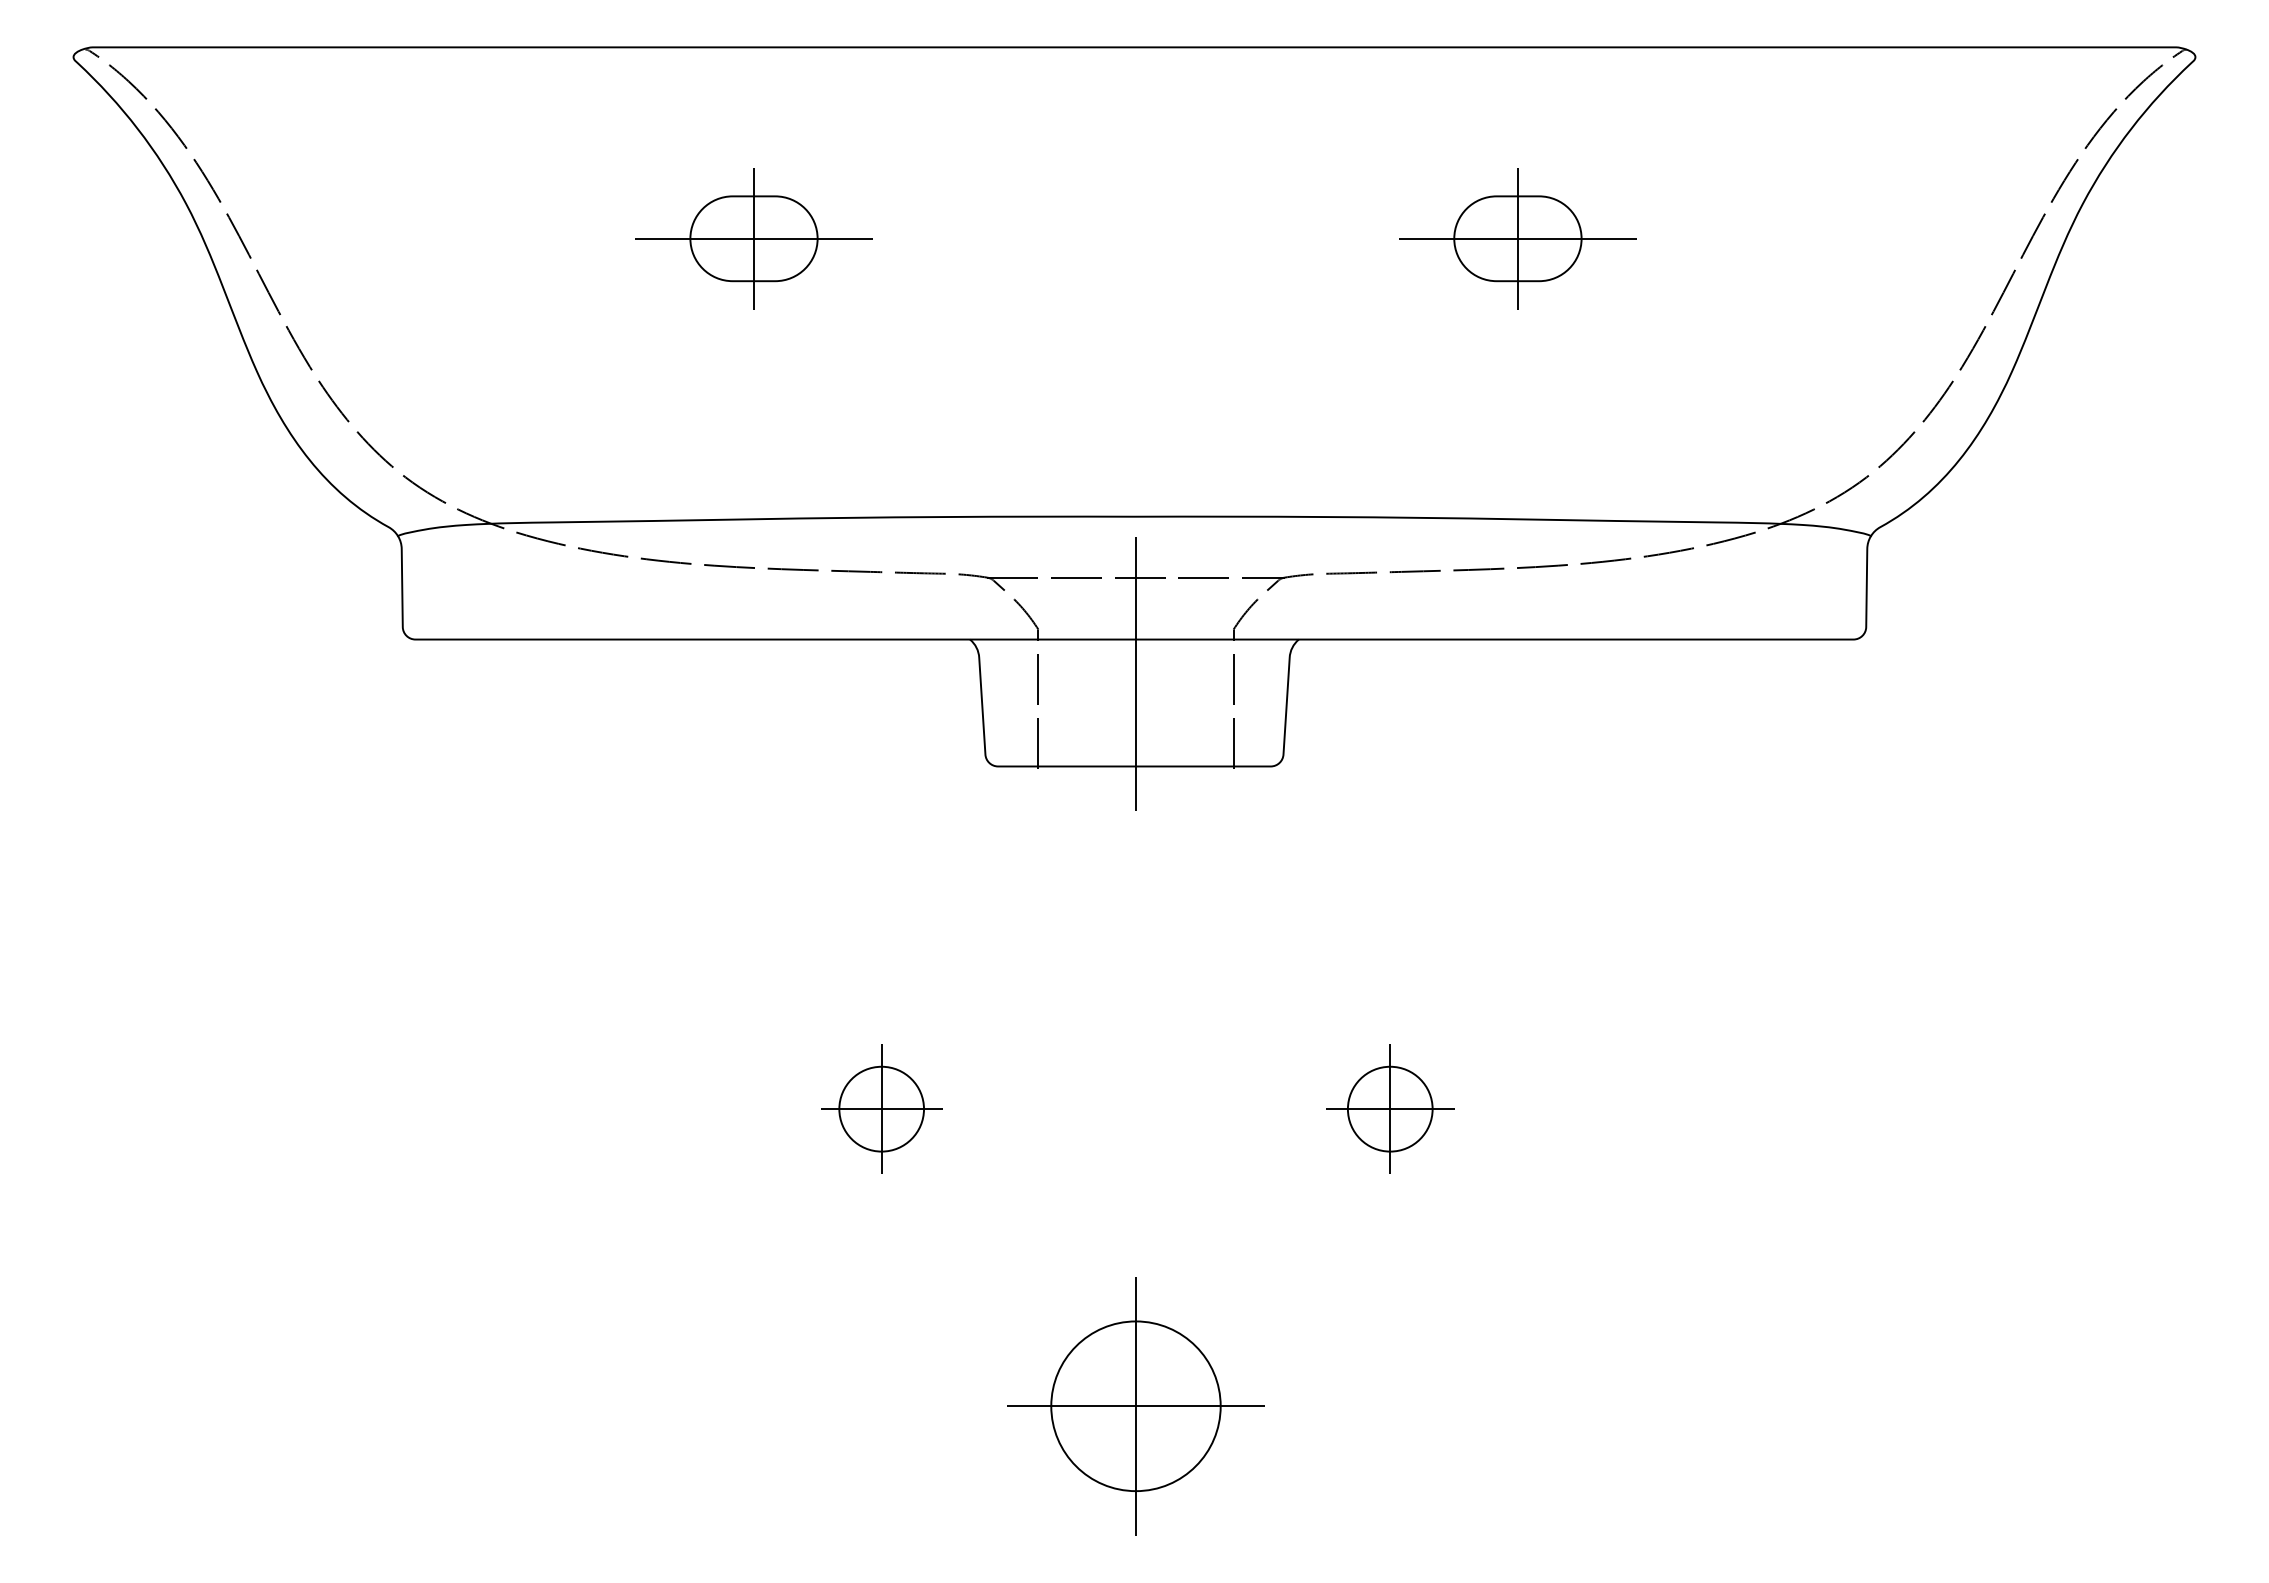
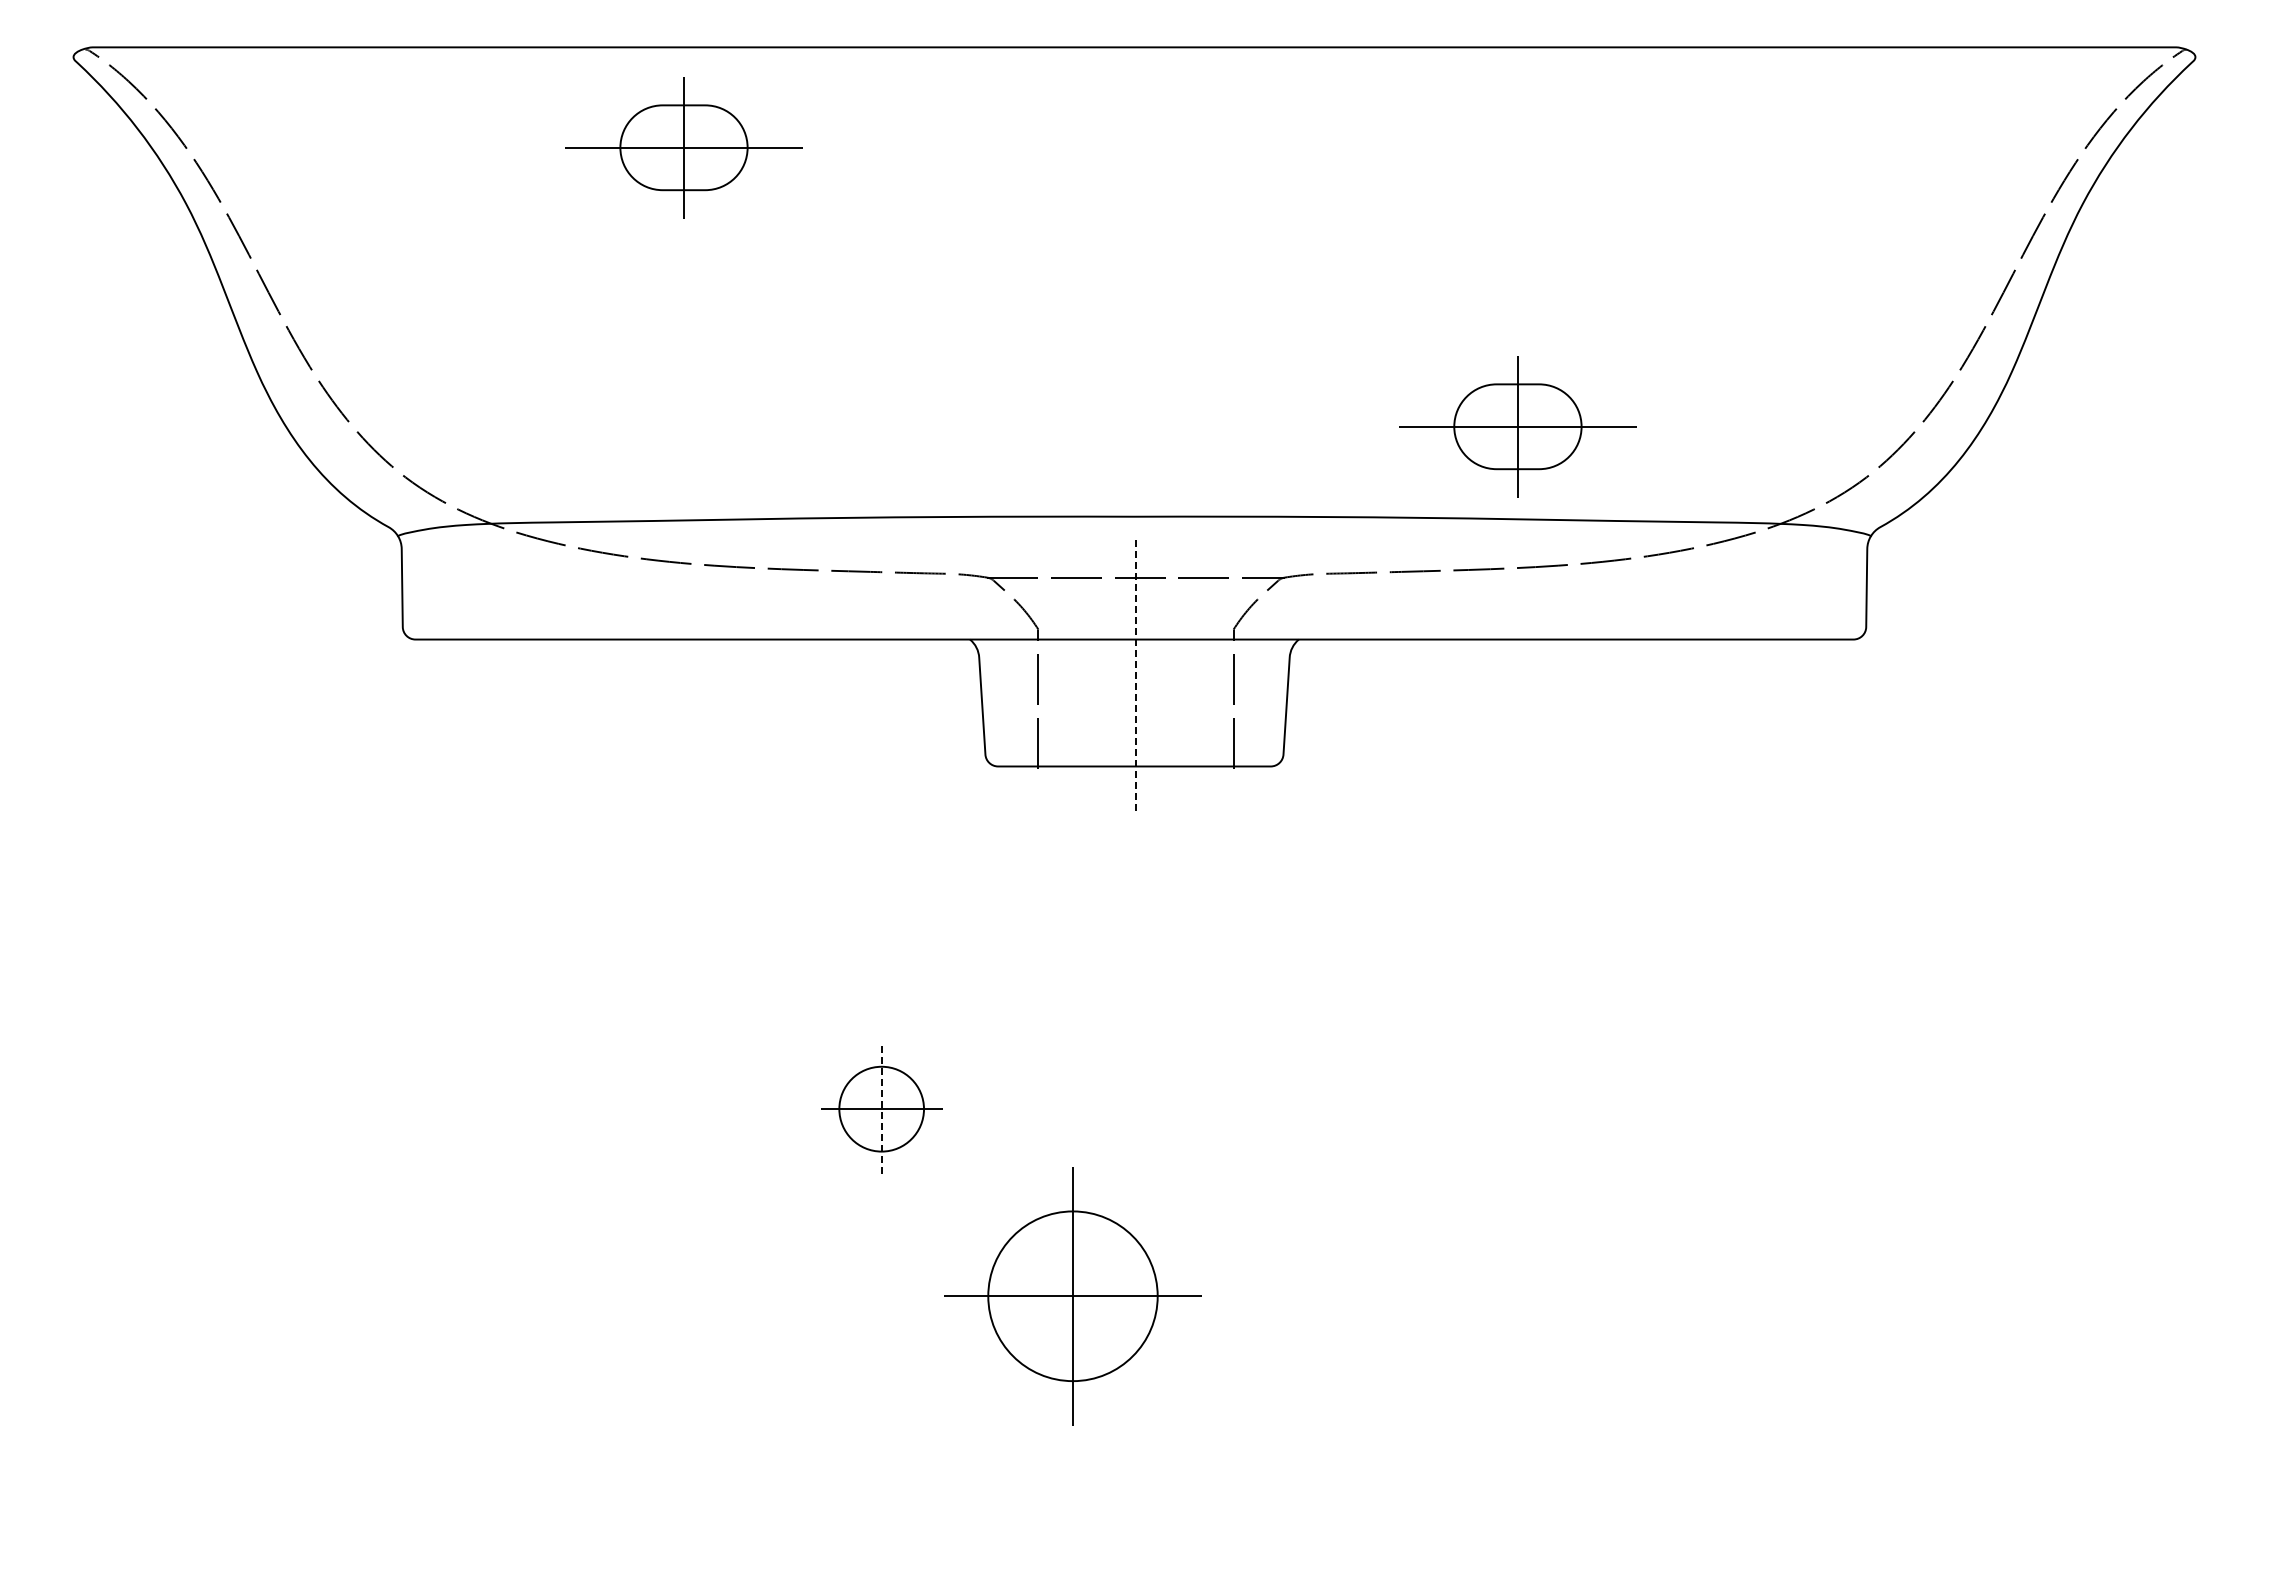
part at (753, 238) position: (753, 238) -> (683, 147)
part at (1517, 238) position: (1517, 238) -> (1517, 426)
line at (1135, 673): solid -> dashed
part at (1390, 1108): present -> none
line at (881, 1109): solid -> dashed
part at (1135, 1406) position: (1135, 1406) -> (1072, 1296)
